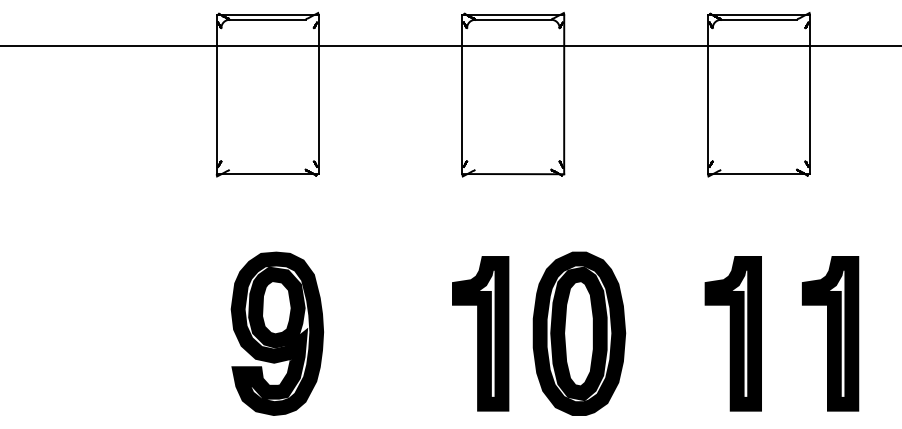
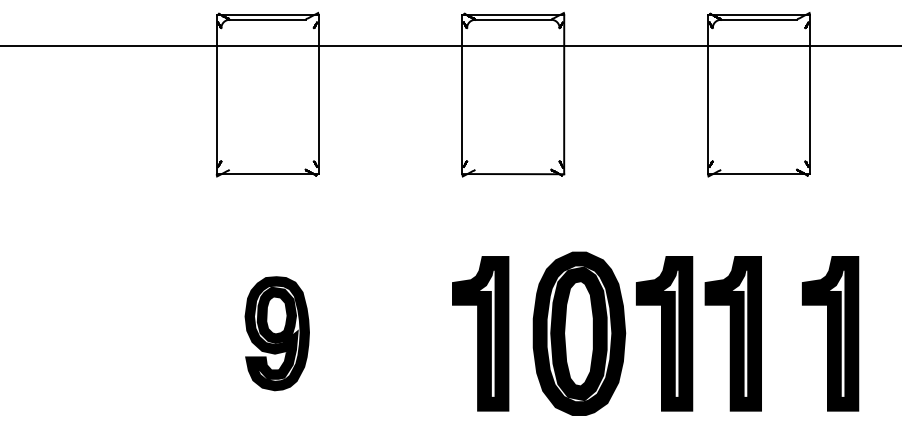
part at (276, 333) size: 94x165 px -> 66x116 px
part at (664, 333): none -> present
